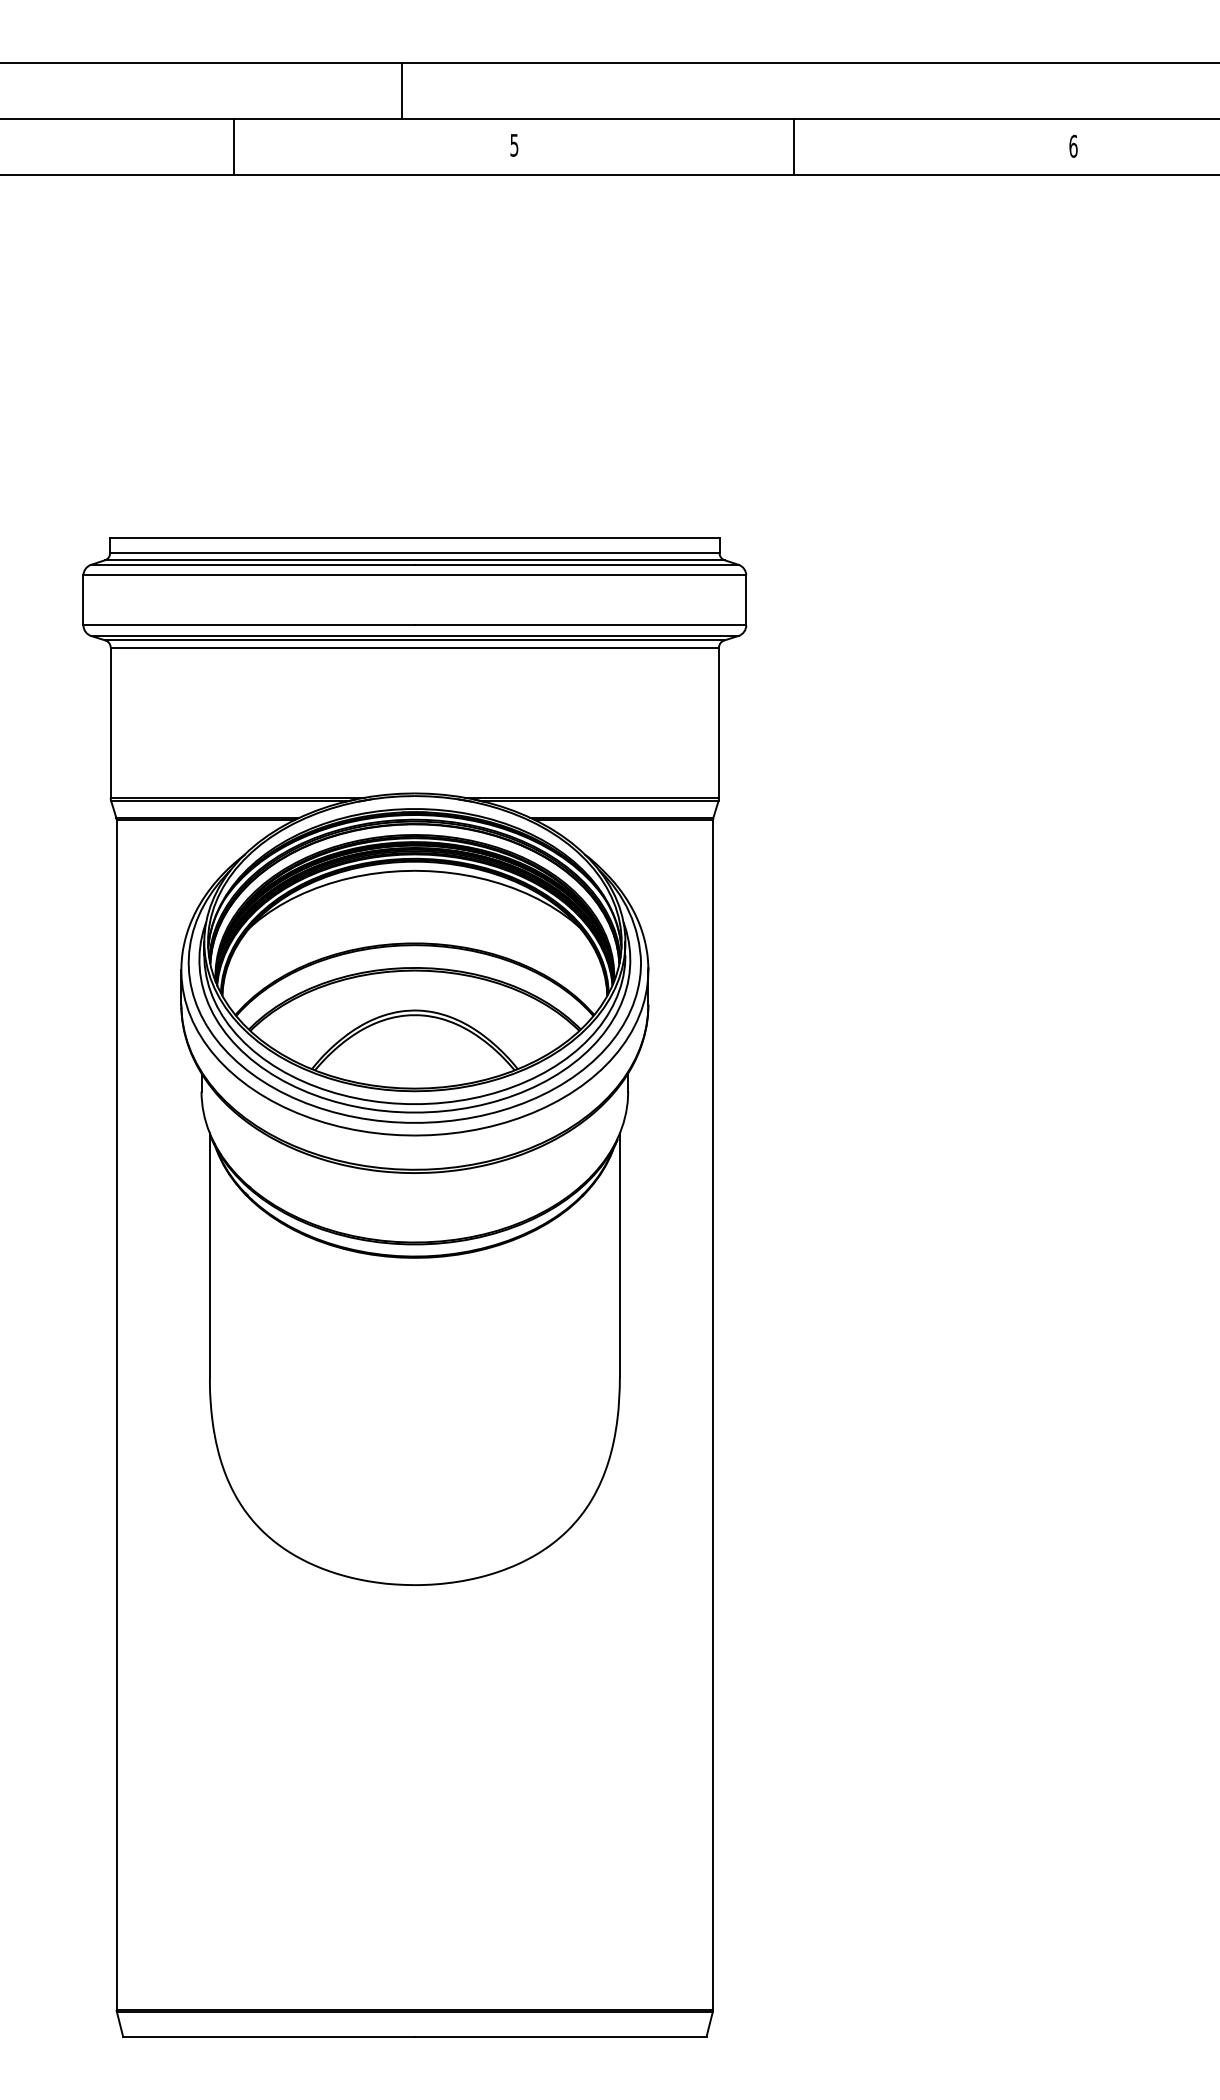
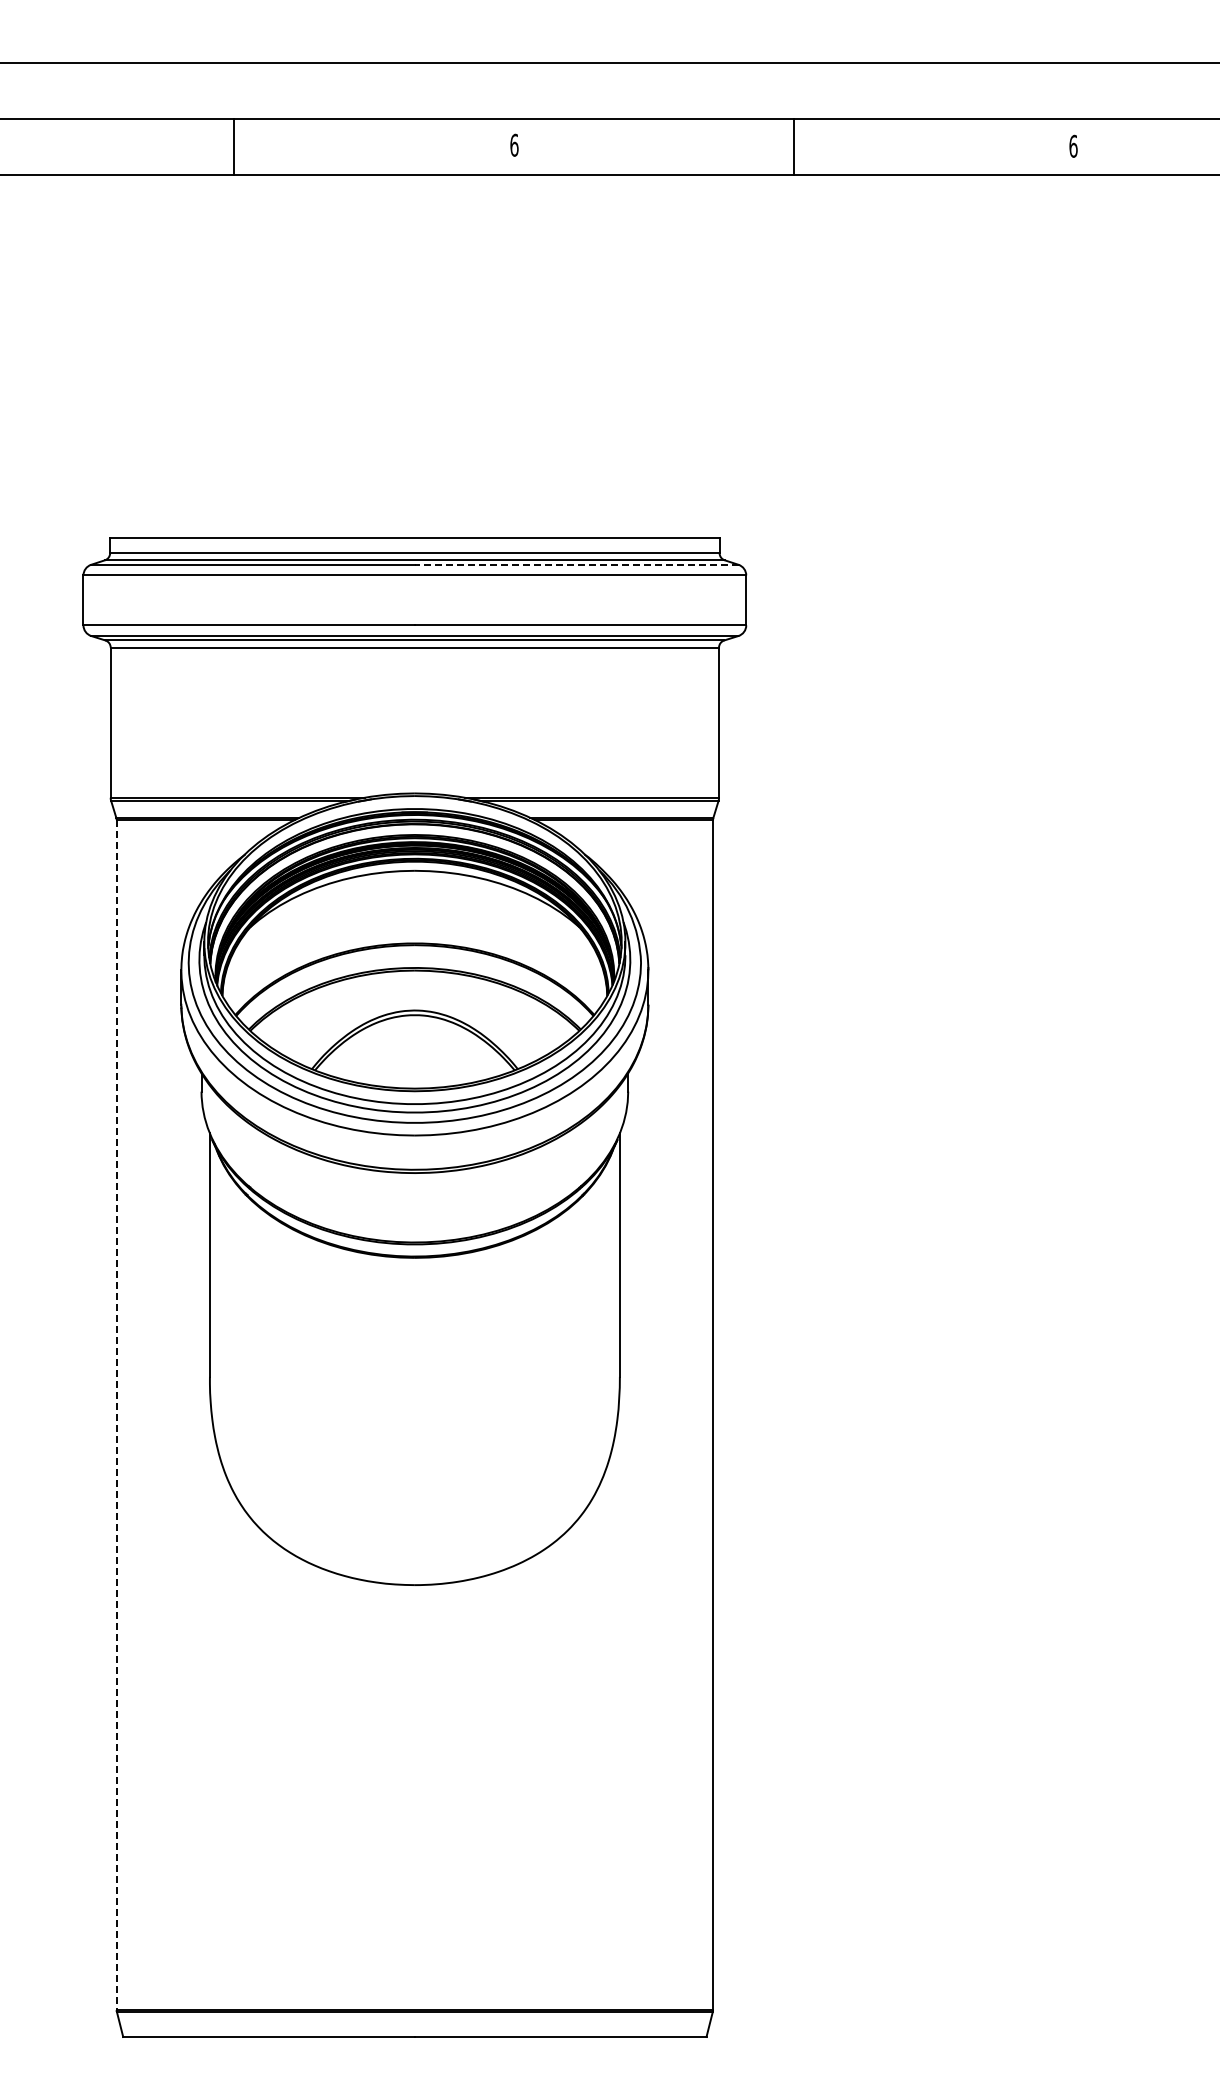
line at (402, 90): present -> none
text at (514, 144): 5 -> 6
line at (576, 564): solid -> dashed
line at (116, 1415): solid -> dashed
